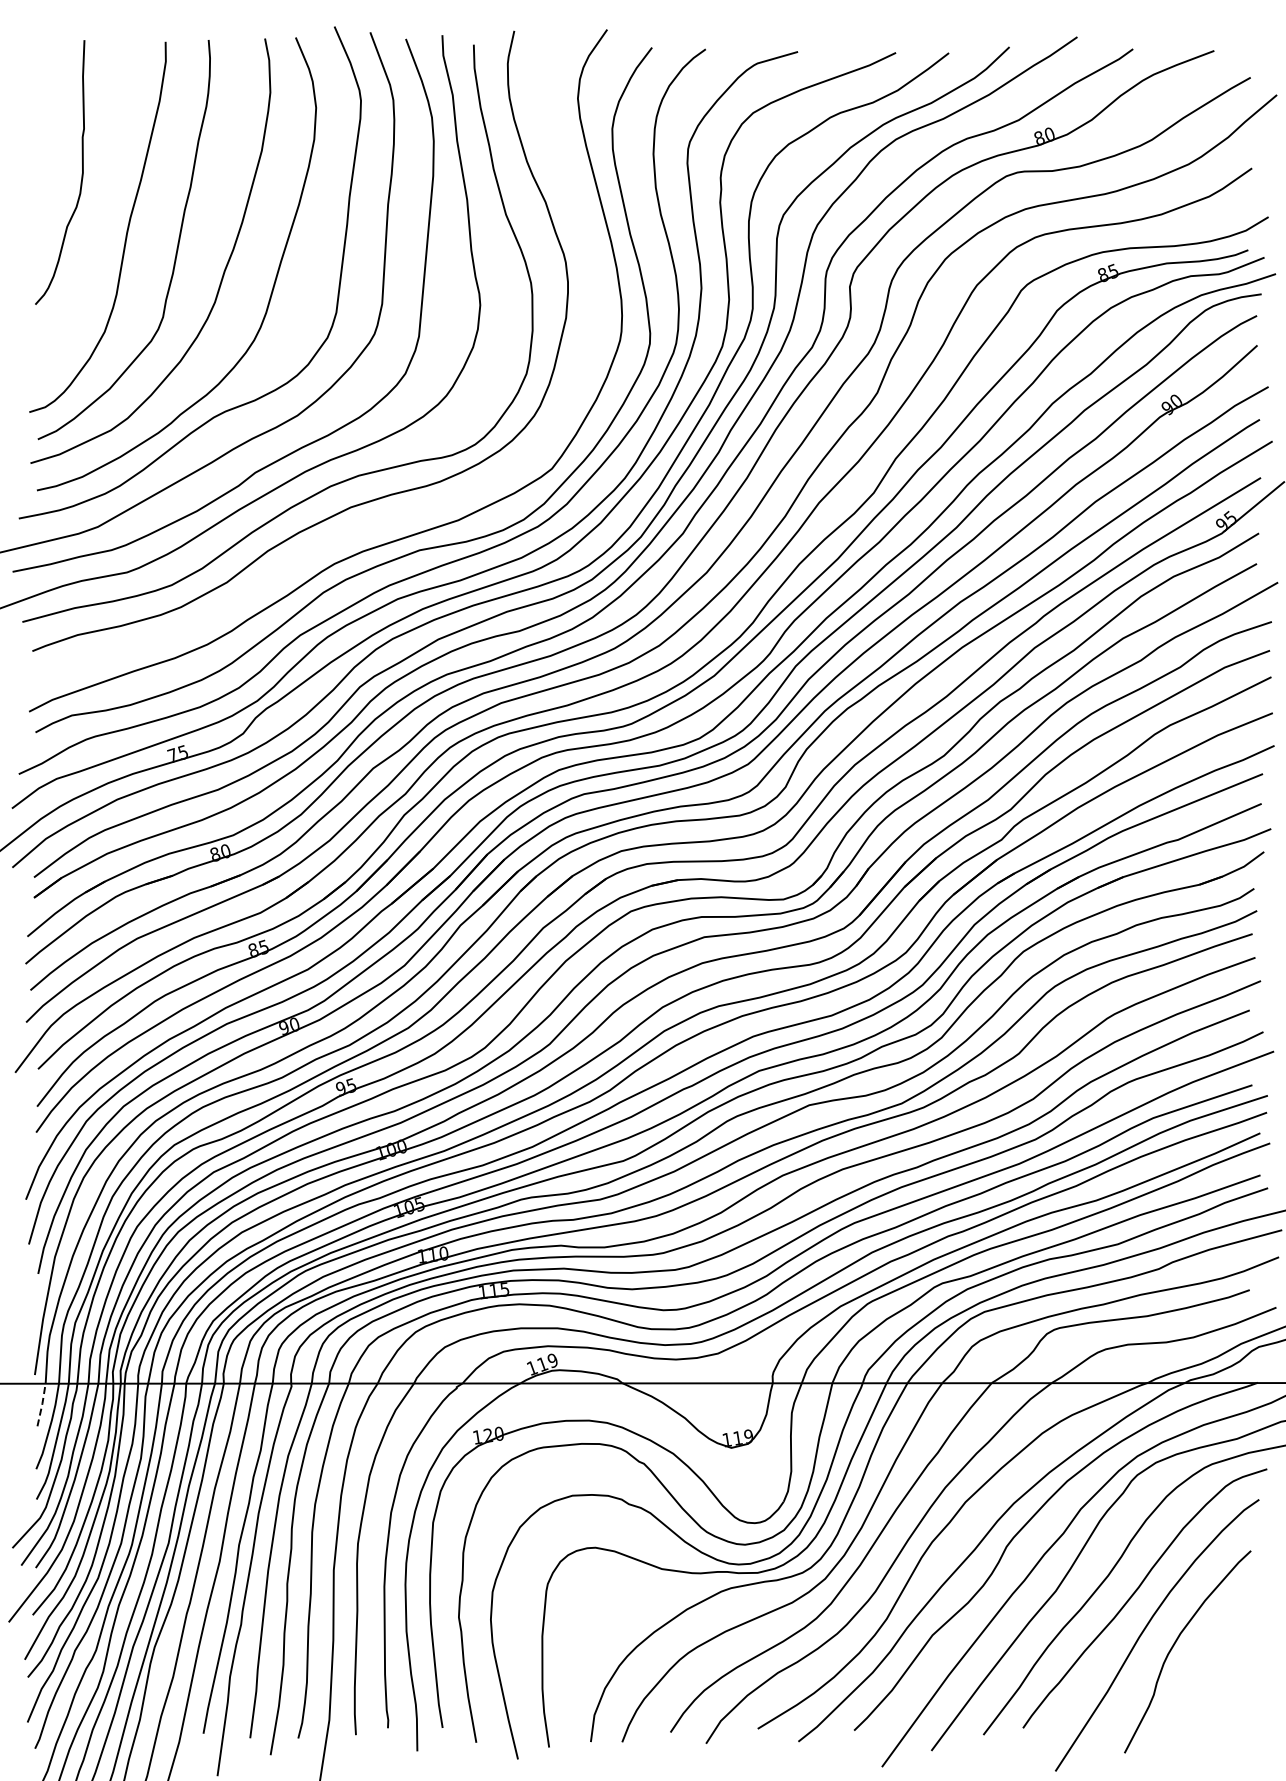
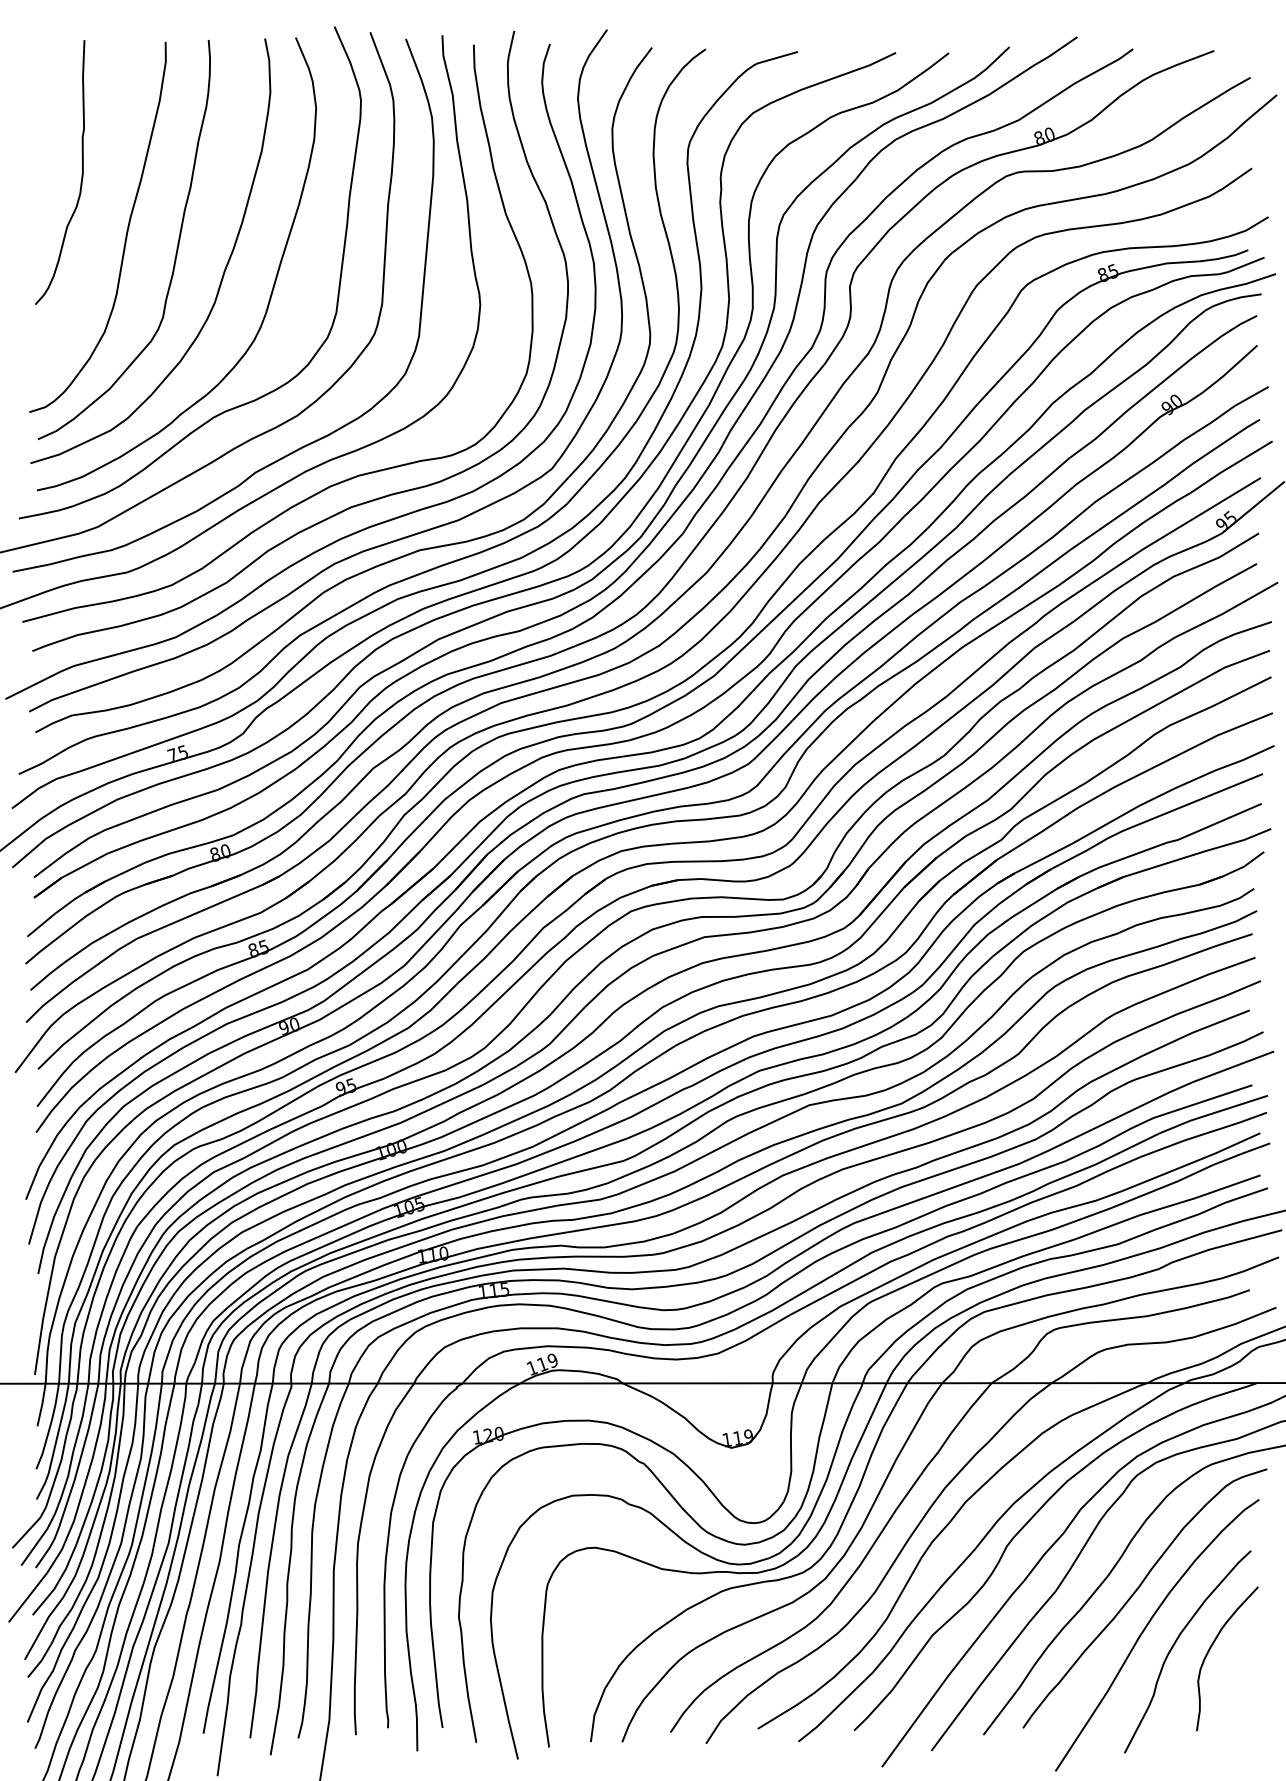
curve at (365, 527): none -> present
line at (42, 1403): dashed -> solid
curve at (1212, 1646): none -> present
